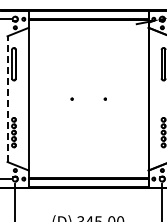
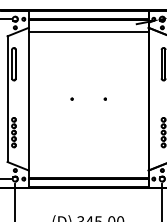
line at (88, 32): none -> present
line at (7, 99): dashed -> solid
